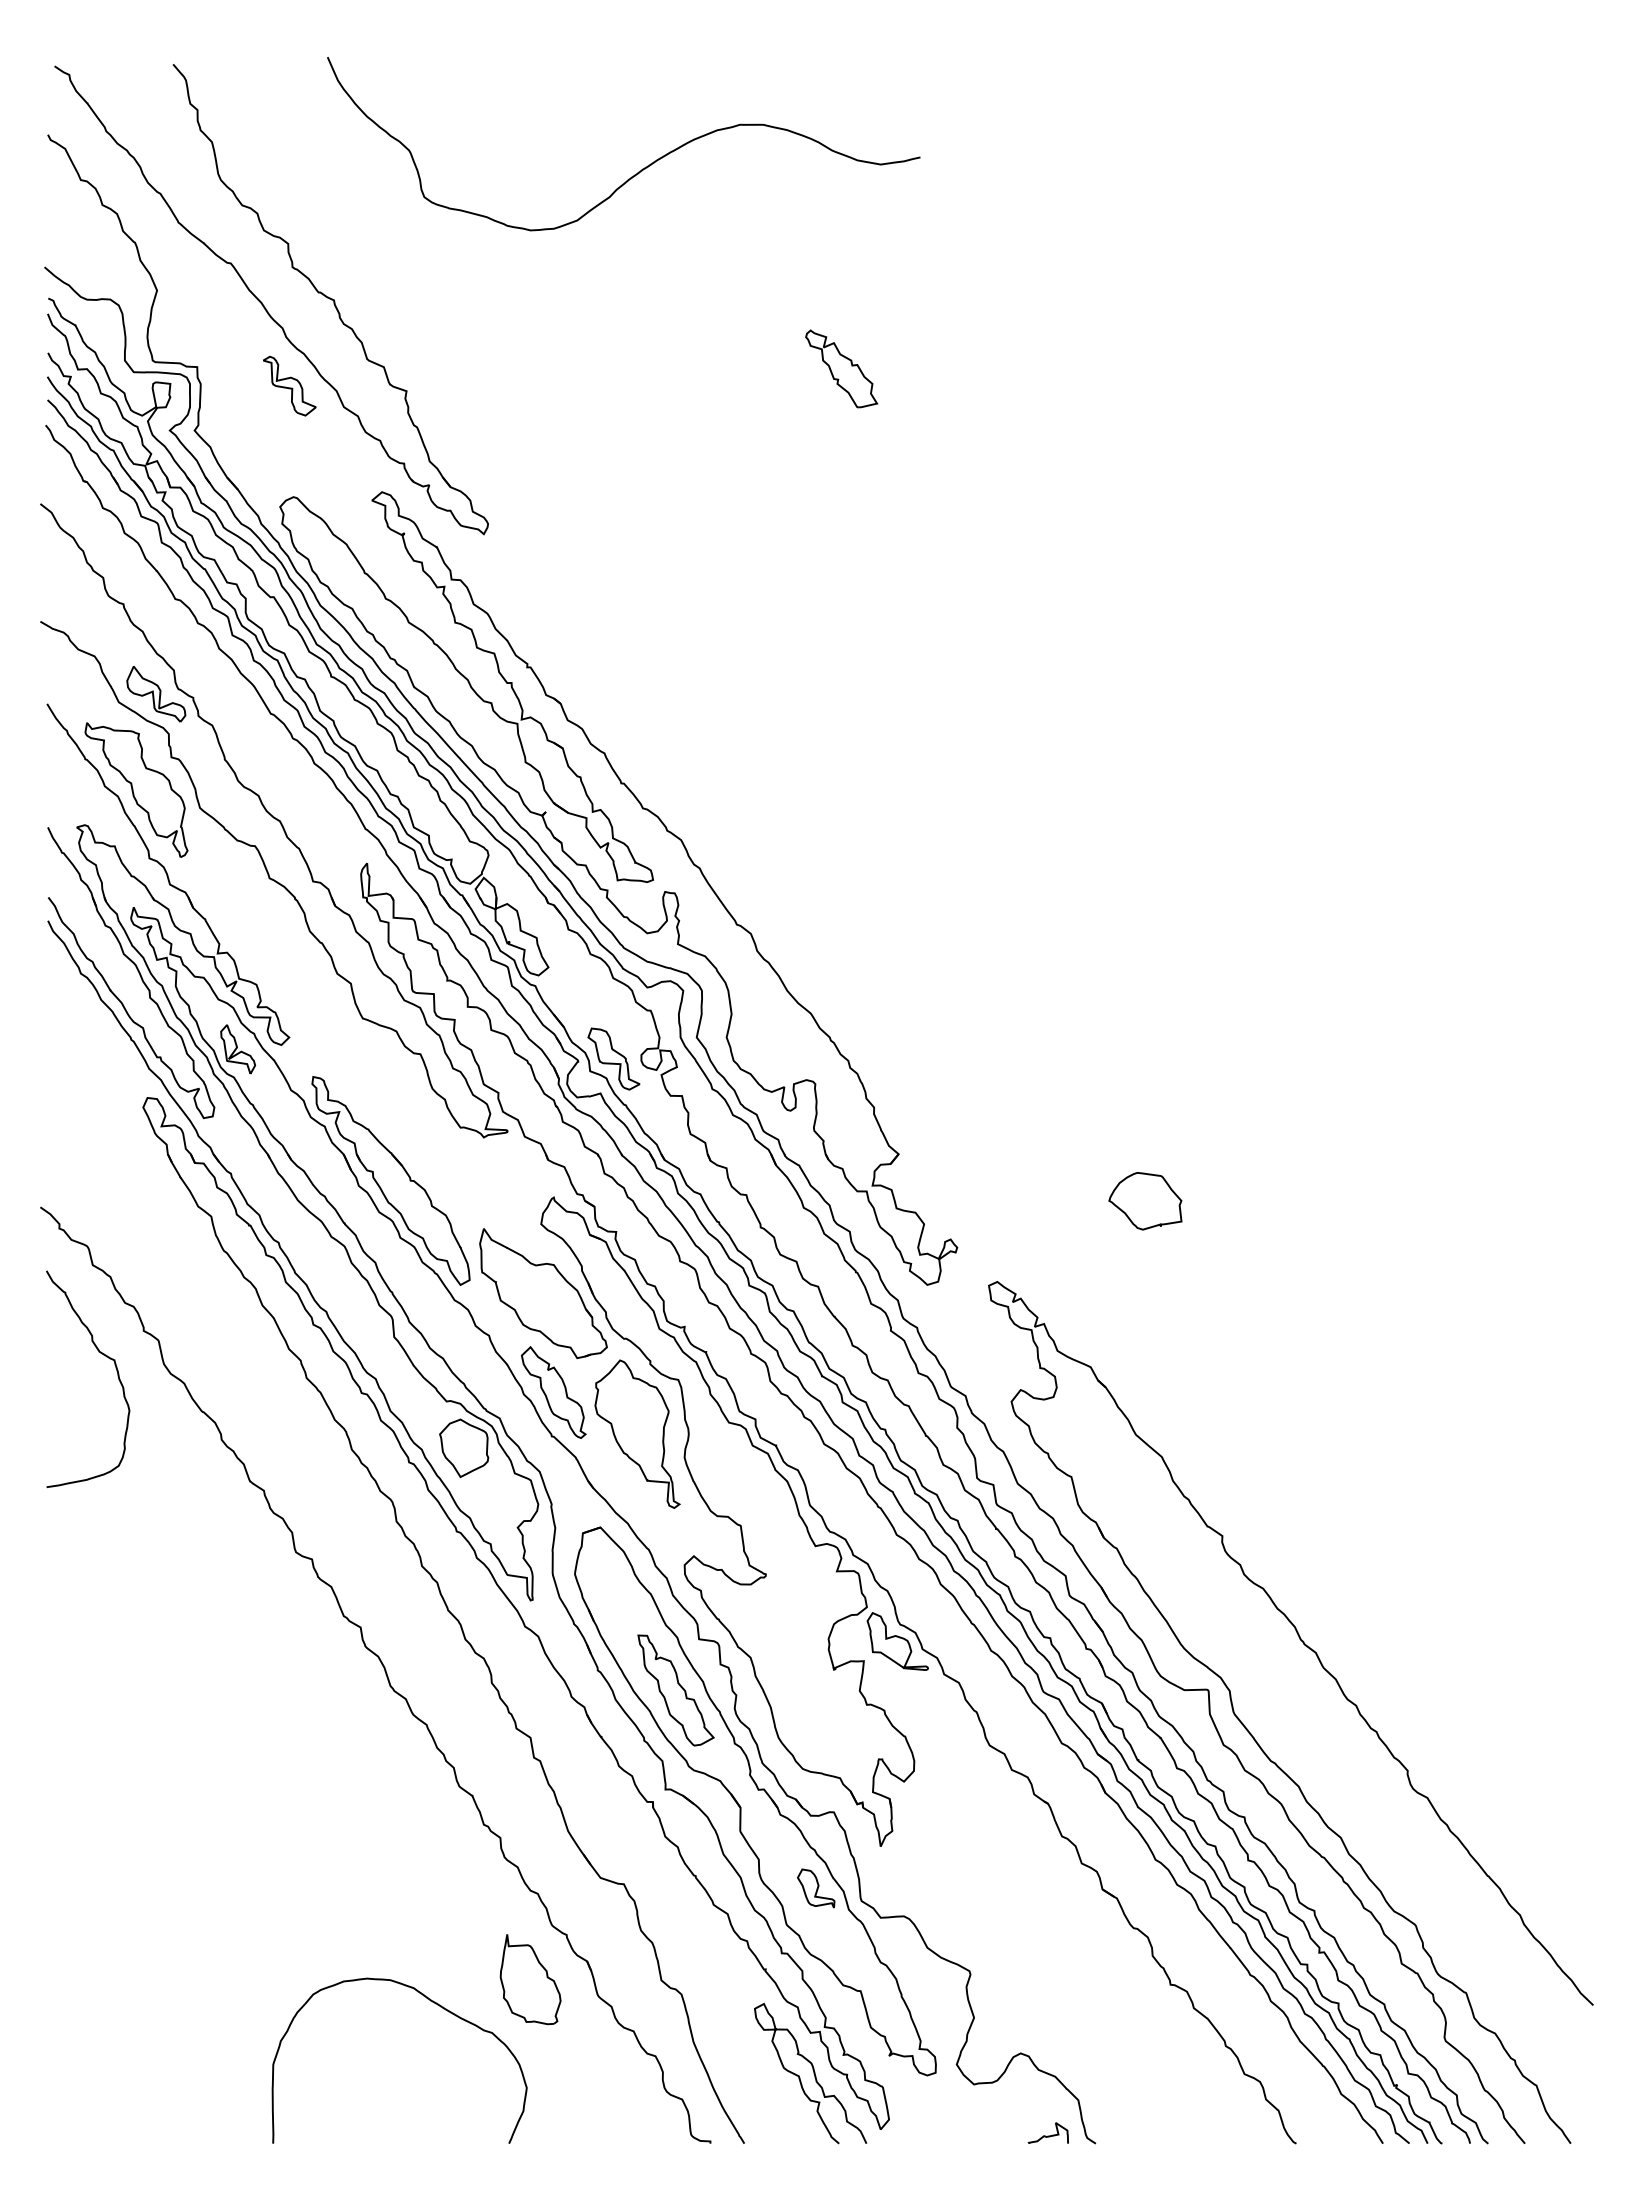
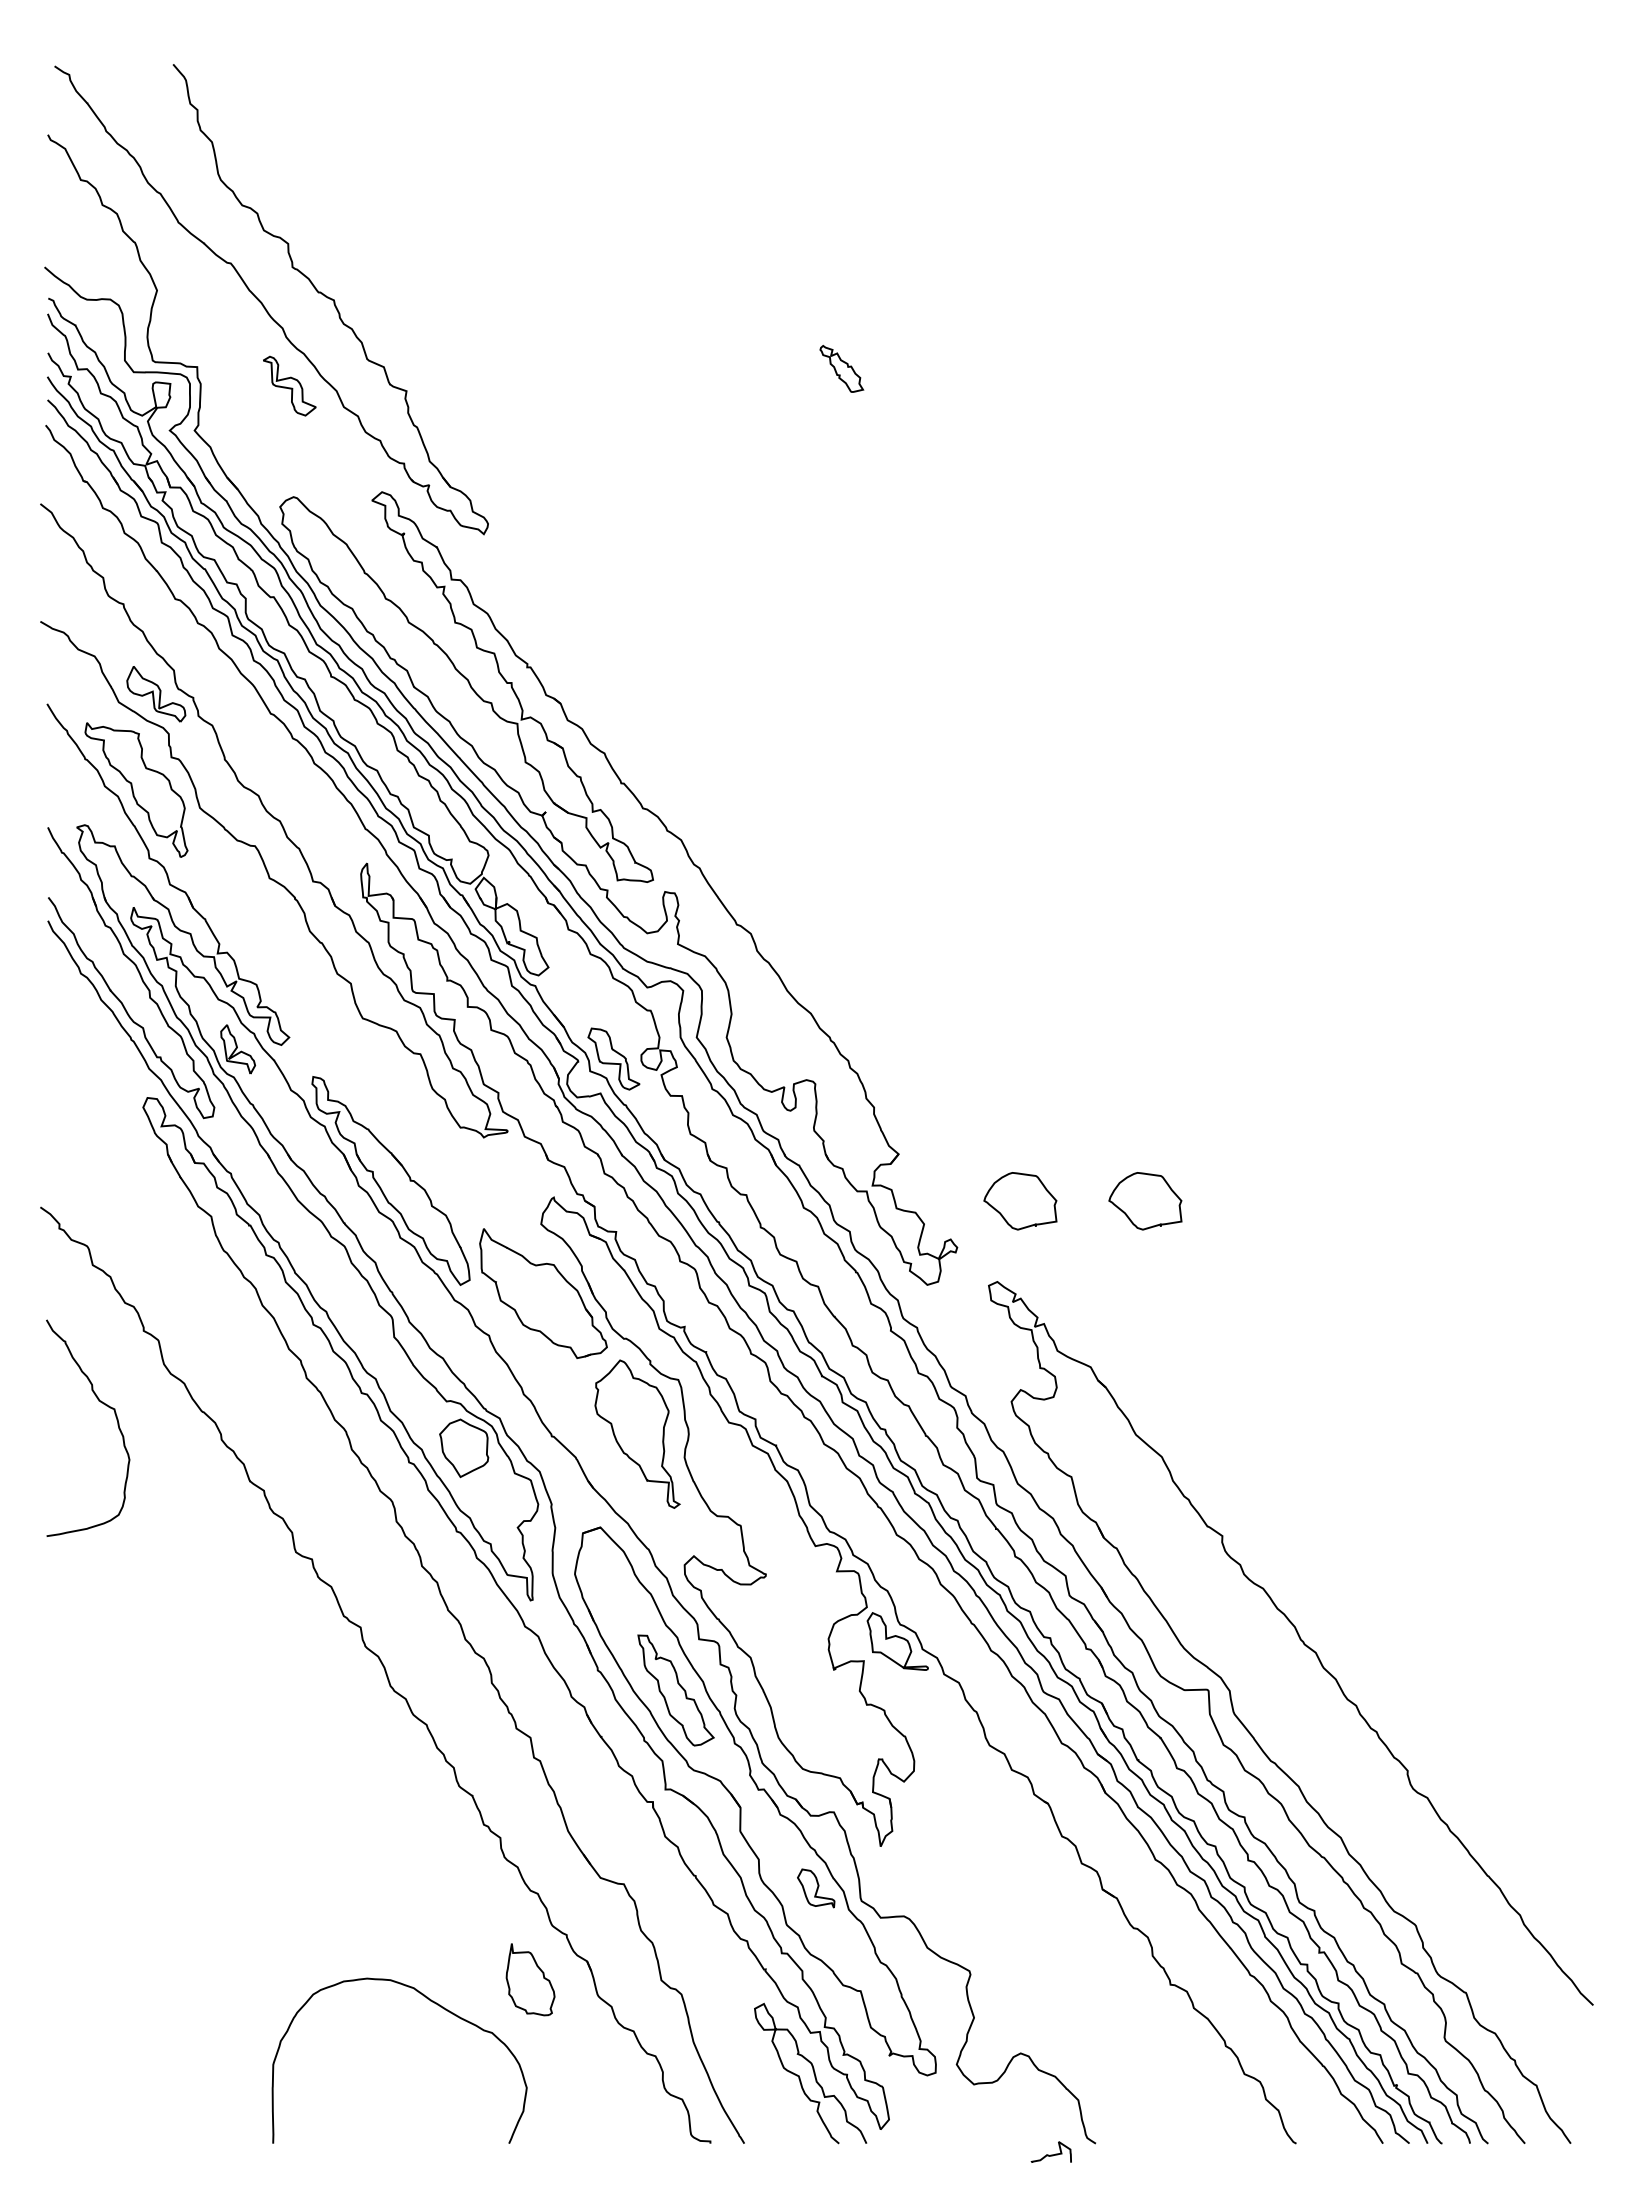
curve at (642, 168): present -> none
part at (841, 368) size: 74x80 px -> 46x48 px
part at (1020, 1201): none -> present
curve at (101, 1354) position: (101, 1354) -> (101, 1403)
part at (553, 1392): present -> none
part at (530, 1979) size: 63x92 px -> 51x74 px
curve at (1047, 2135) position: (1047, 2135) -> (1050, 2154)
